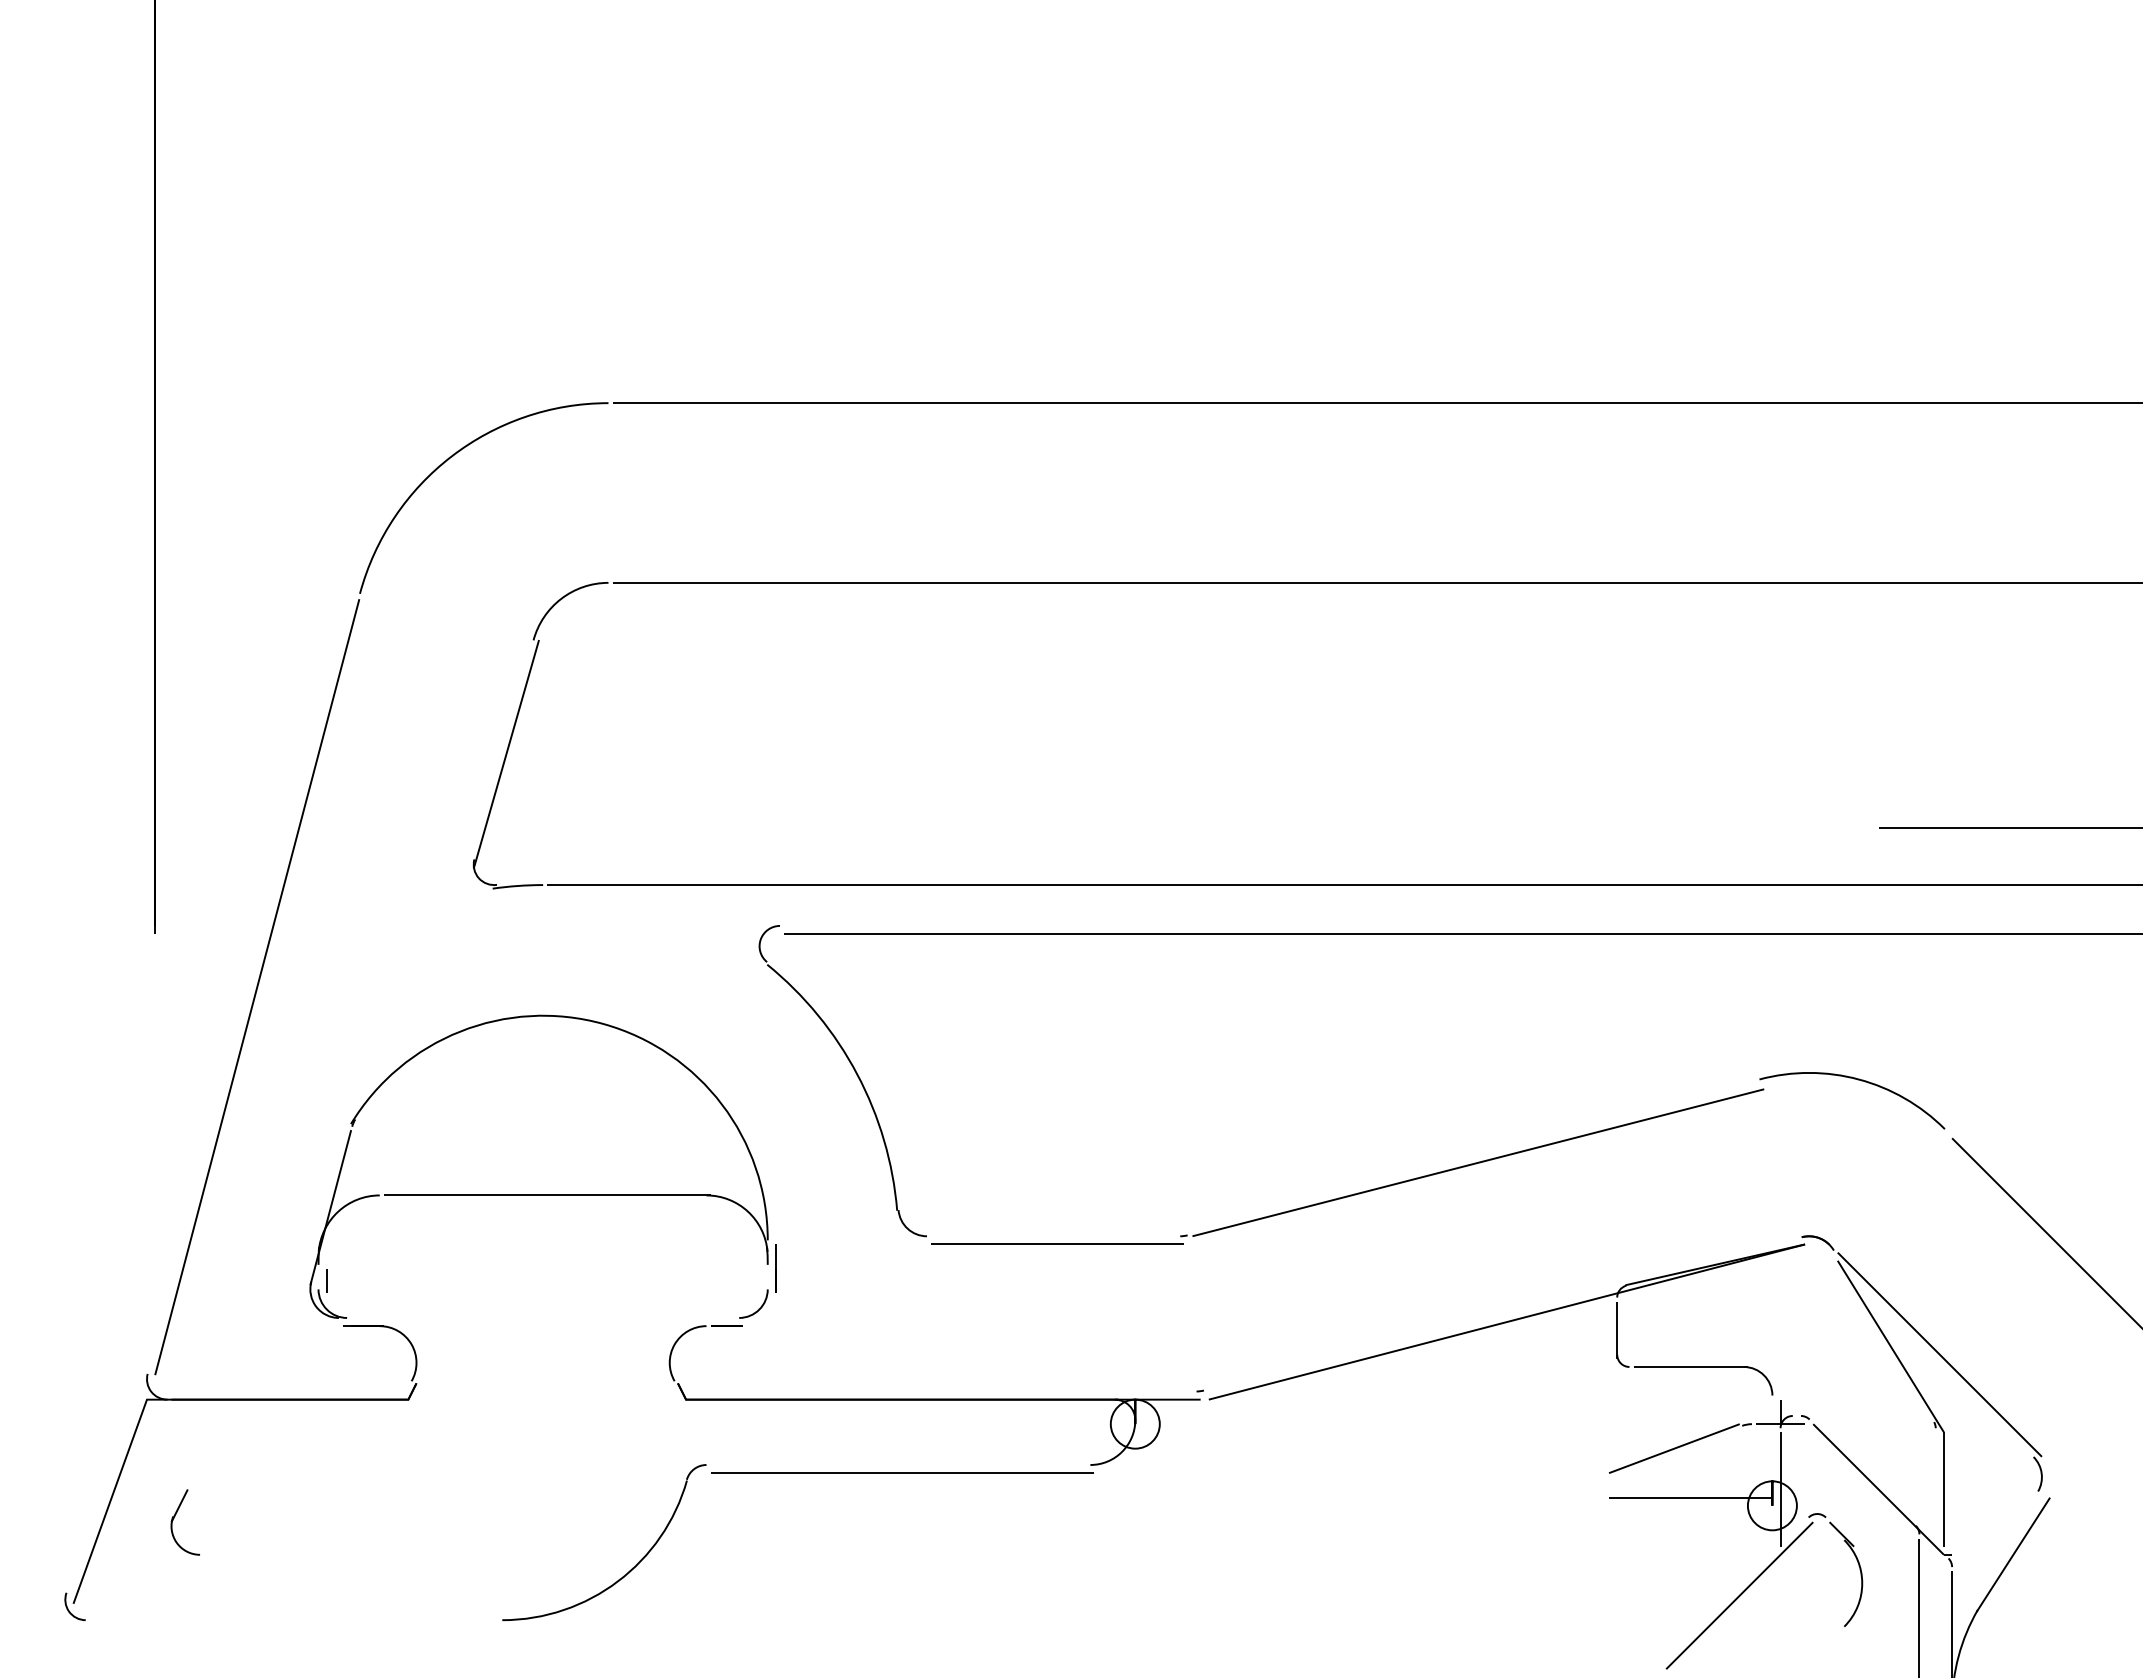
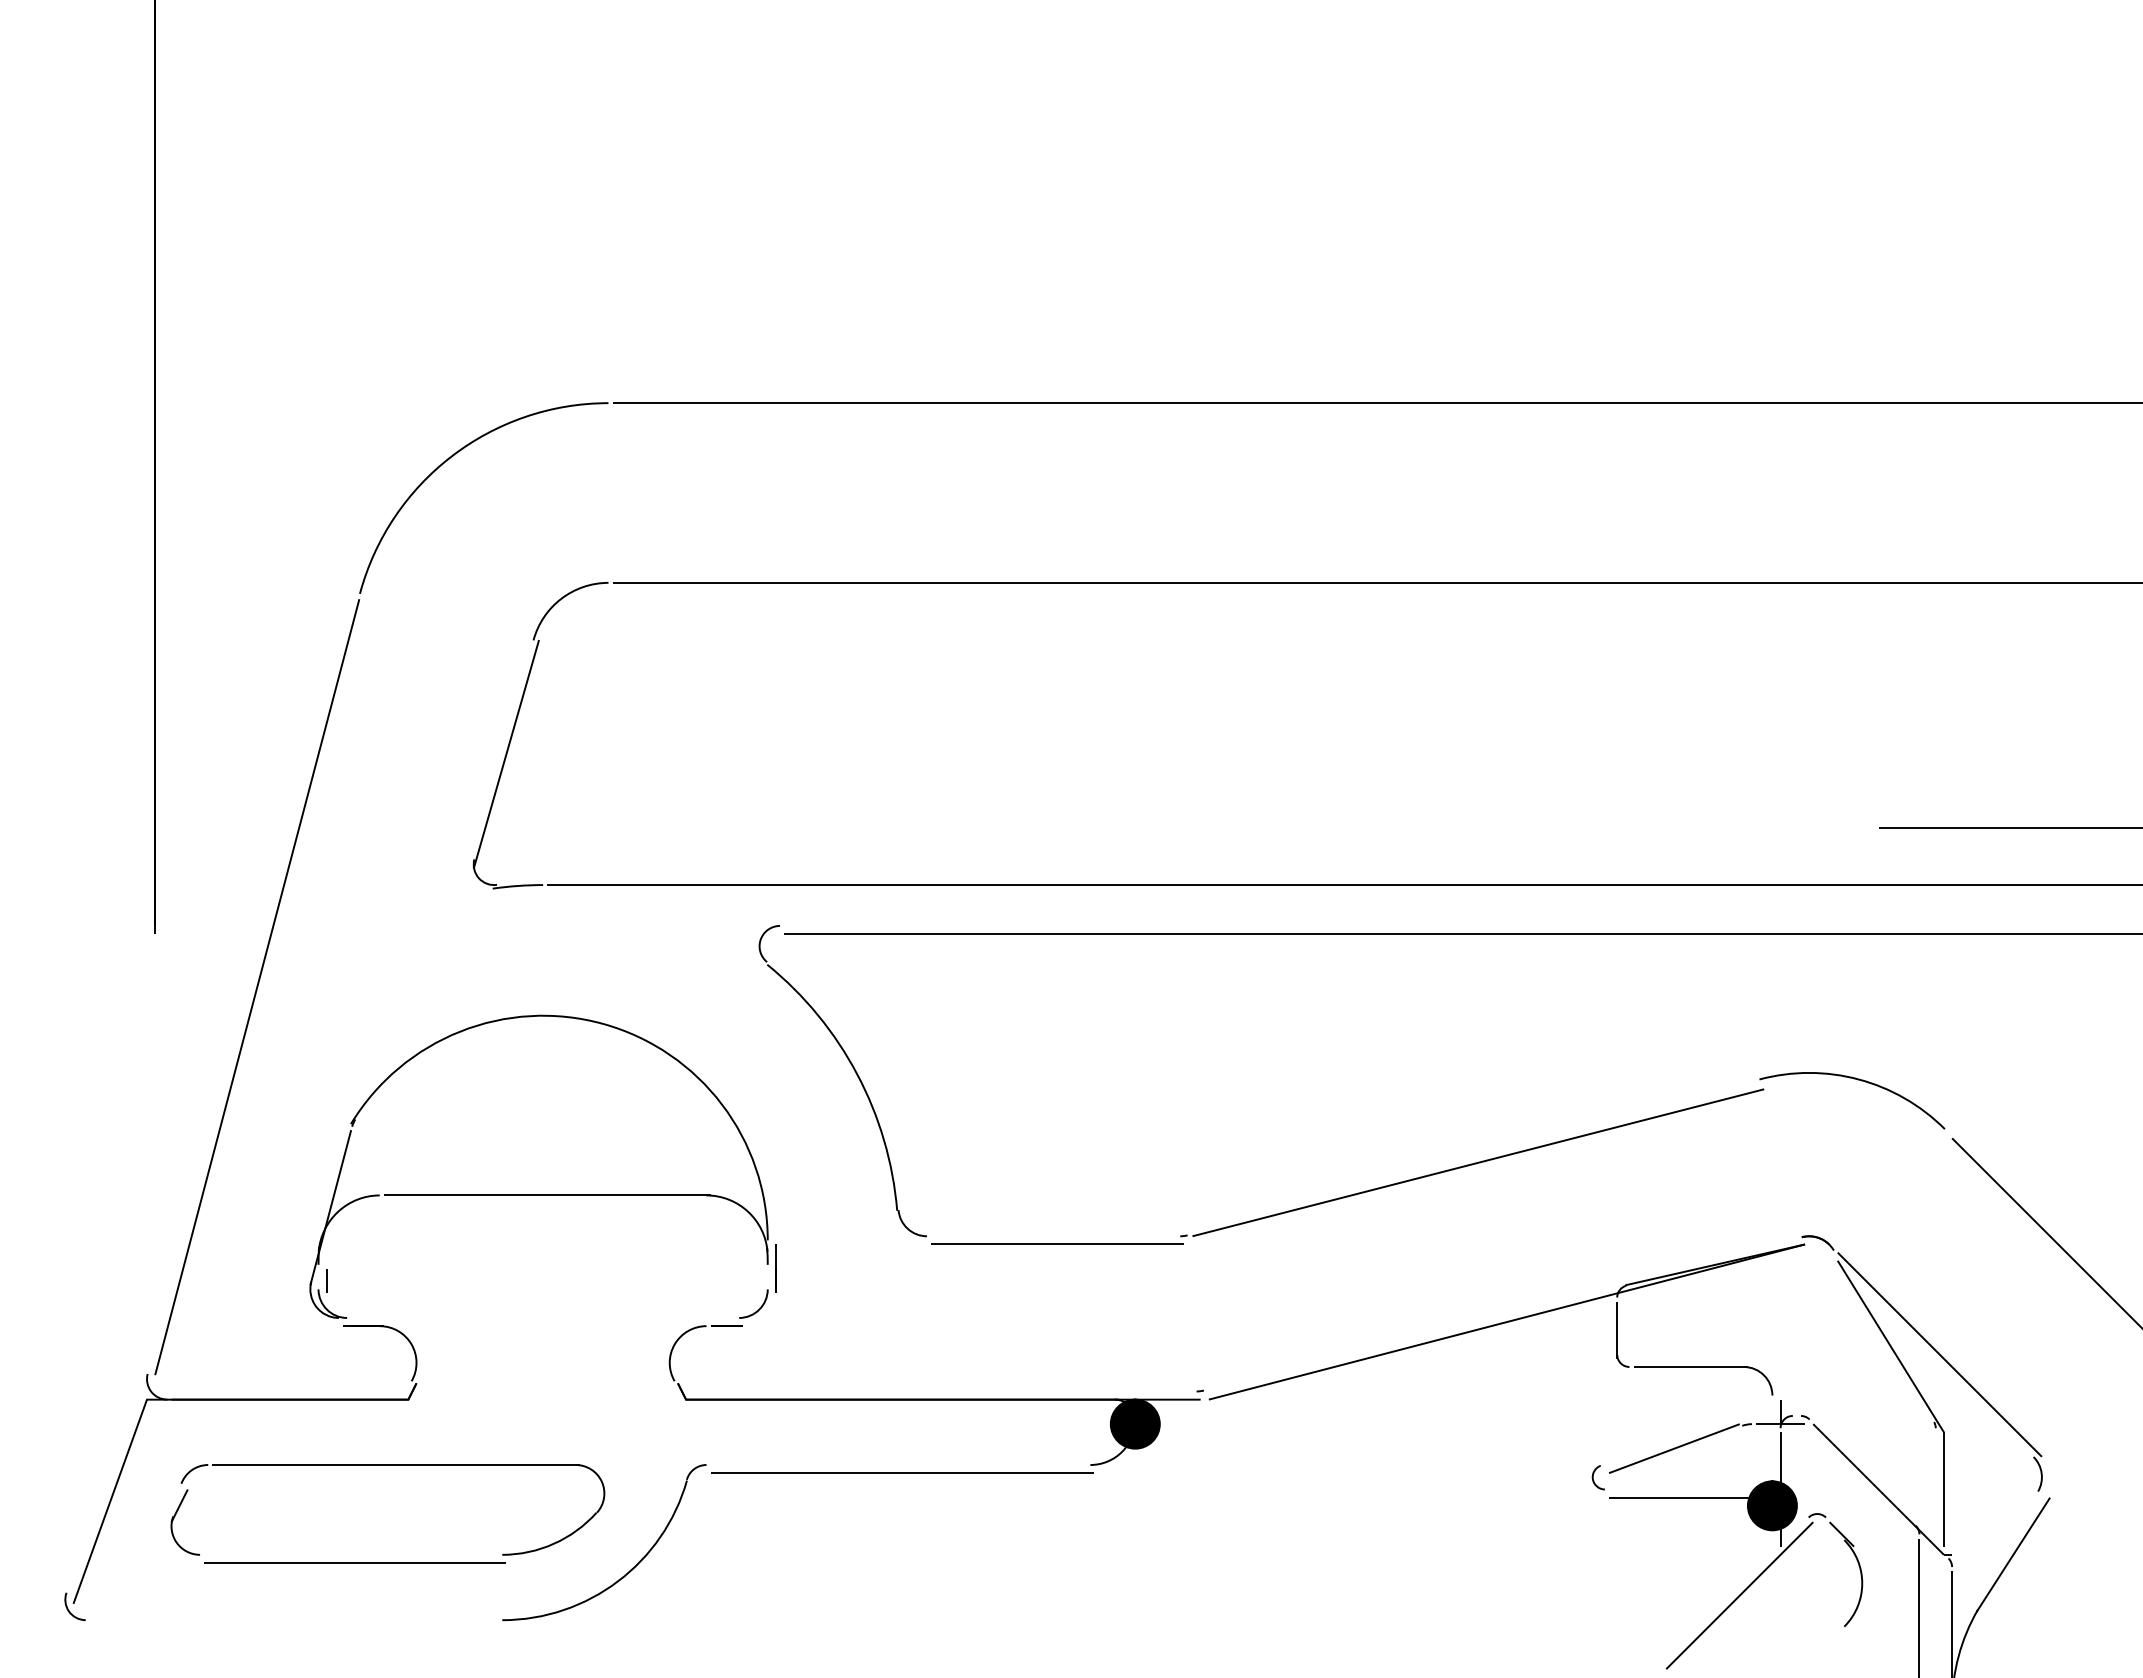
fill at (1134, 1423): none -> present
part at (392, 1465): none -> present
curve at (1593, 1477): none -> present
fill at (1771, 1505): none -> present
